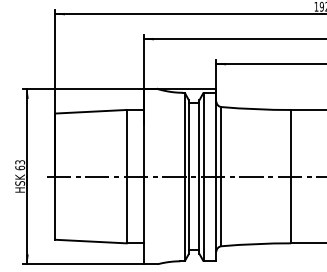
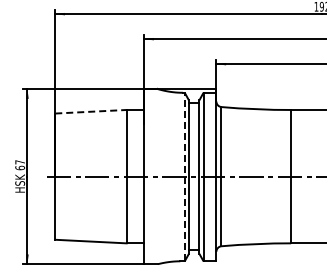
line at (90, 111): solid -> dashed
text at (20, 162): 63 -> 67
line at (184, 176): solid -> dashed
